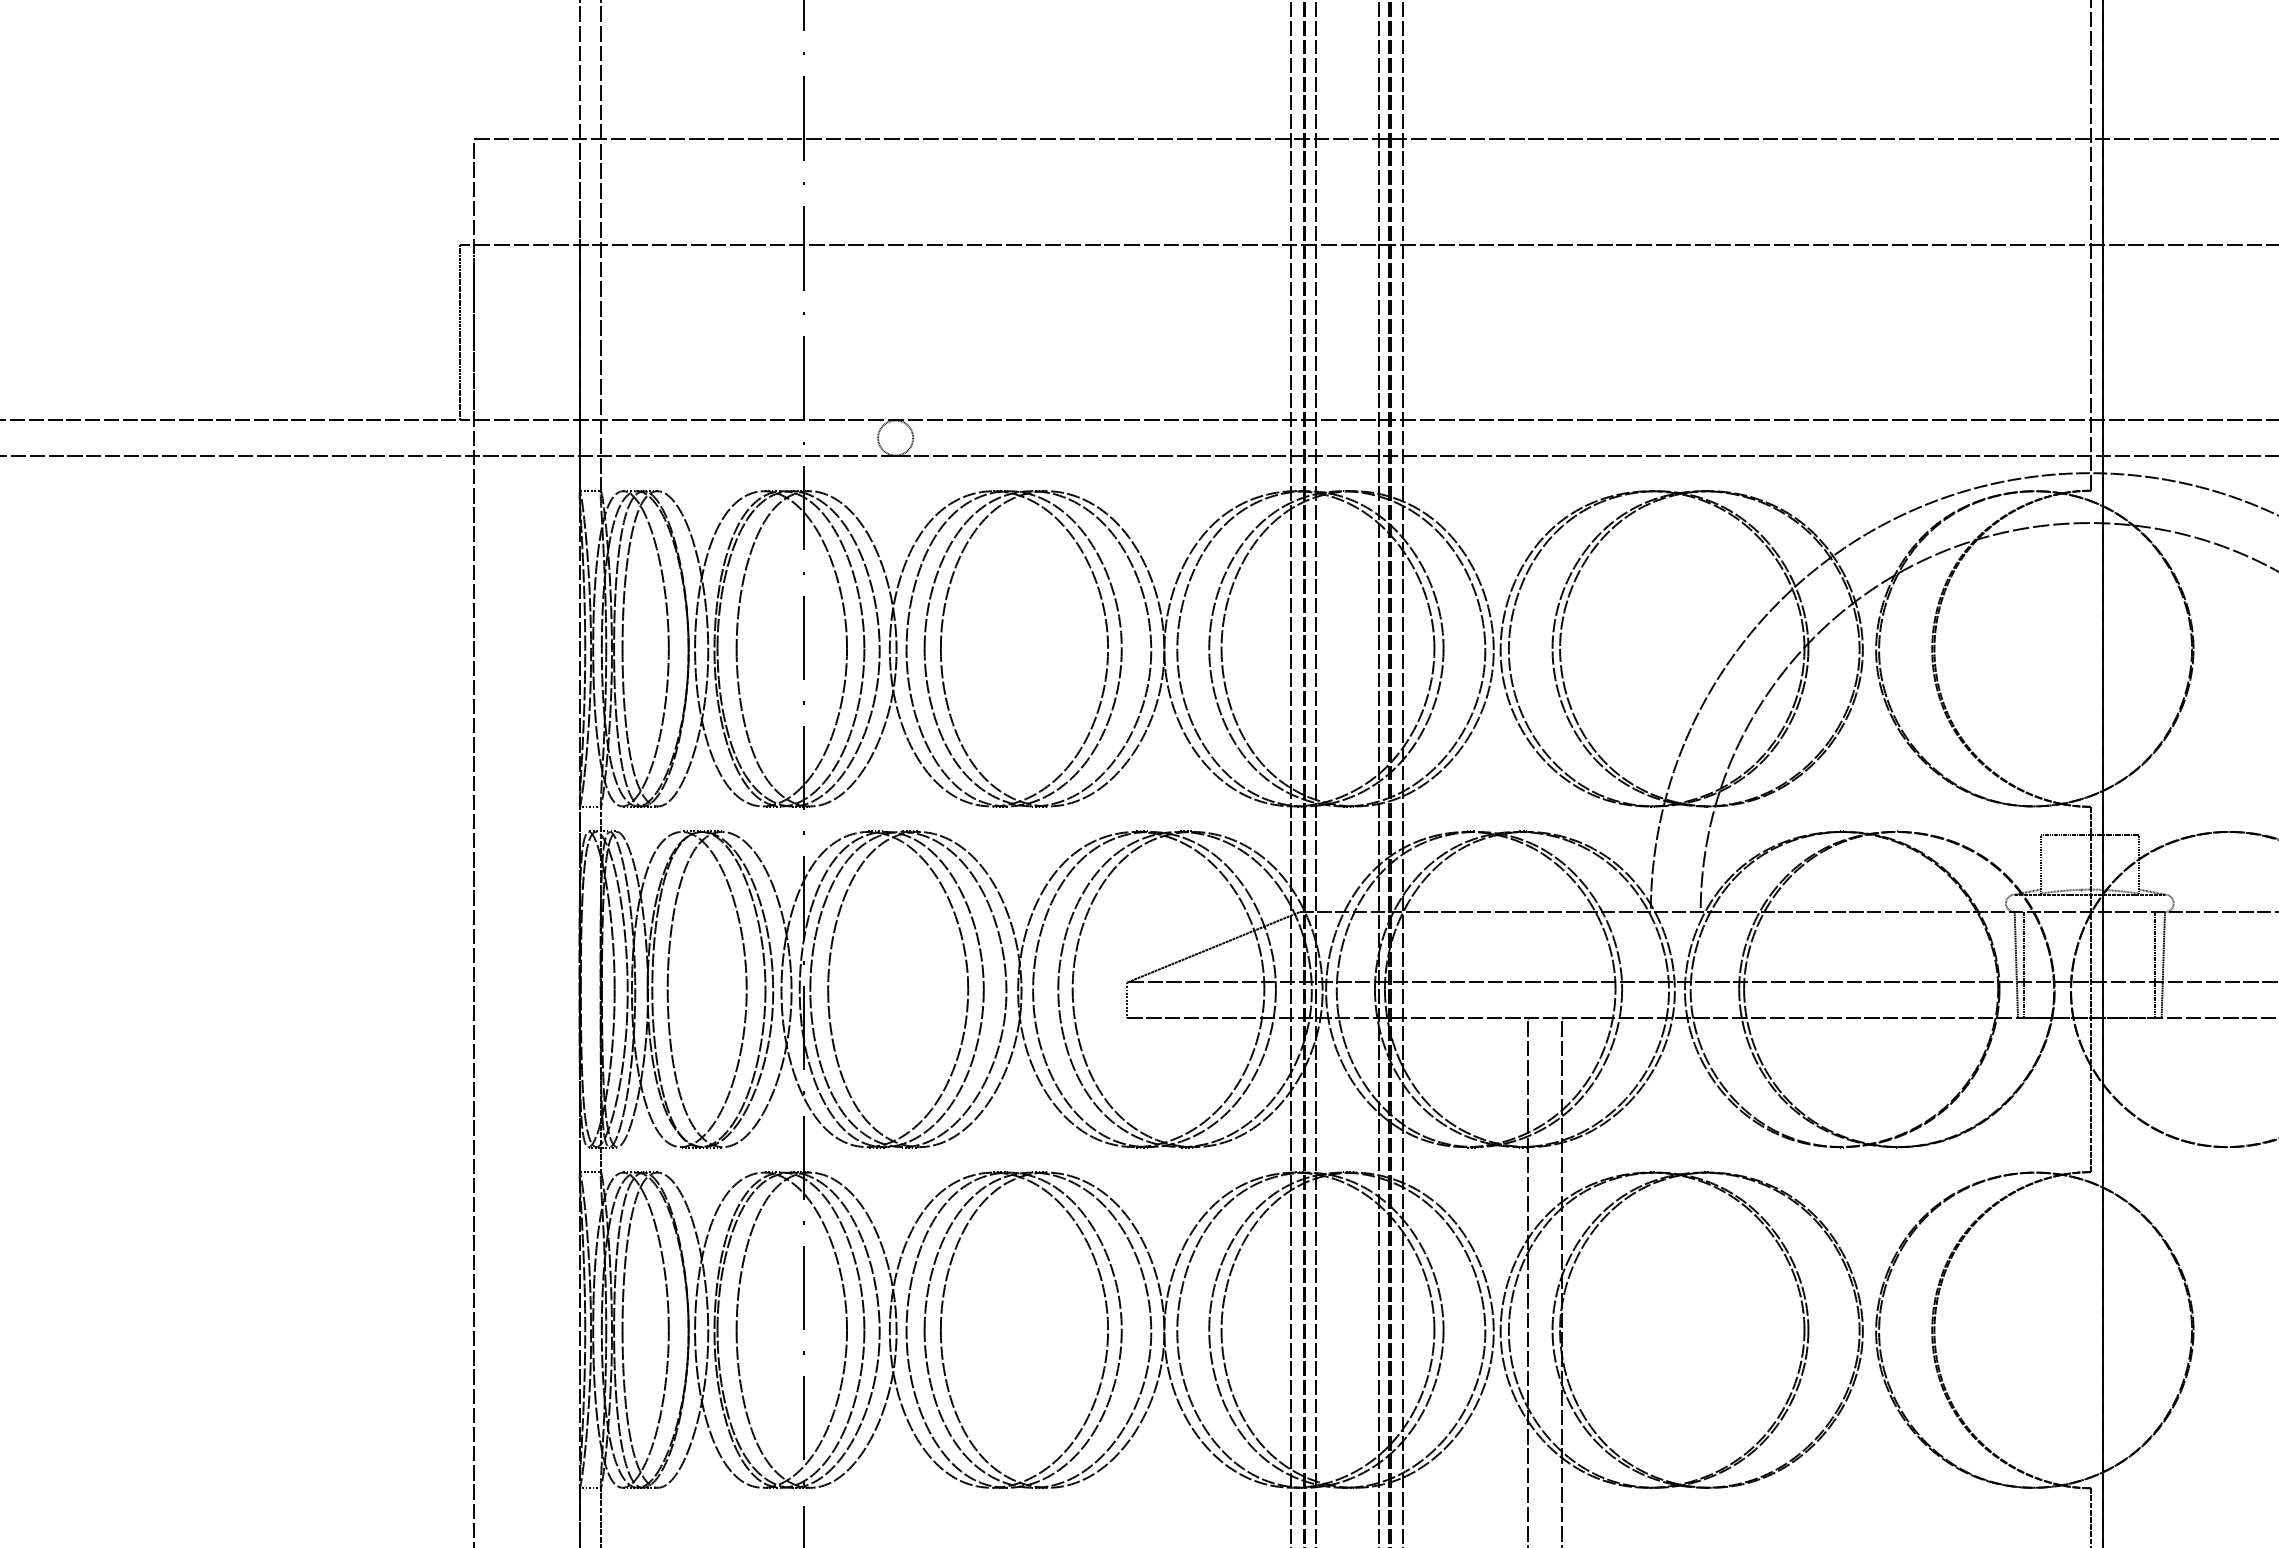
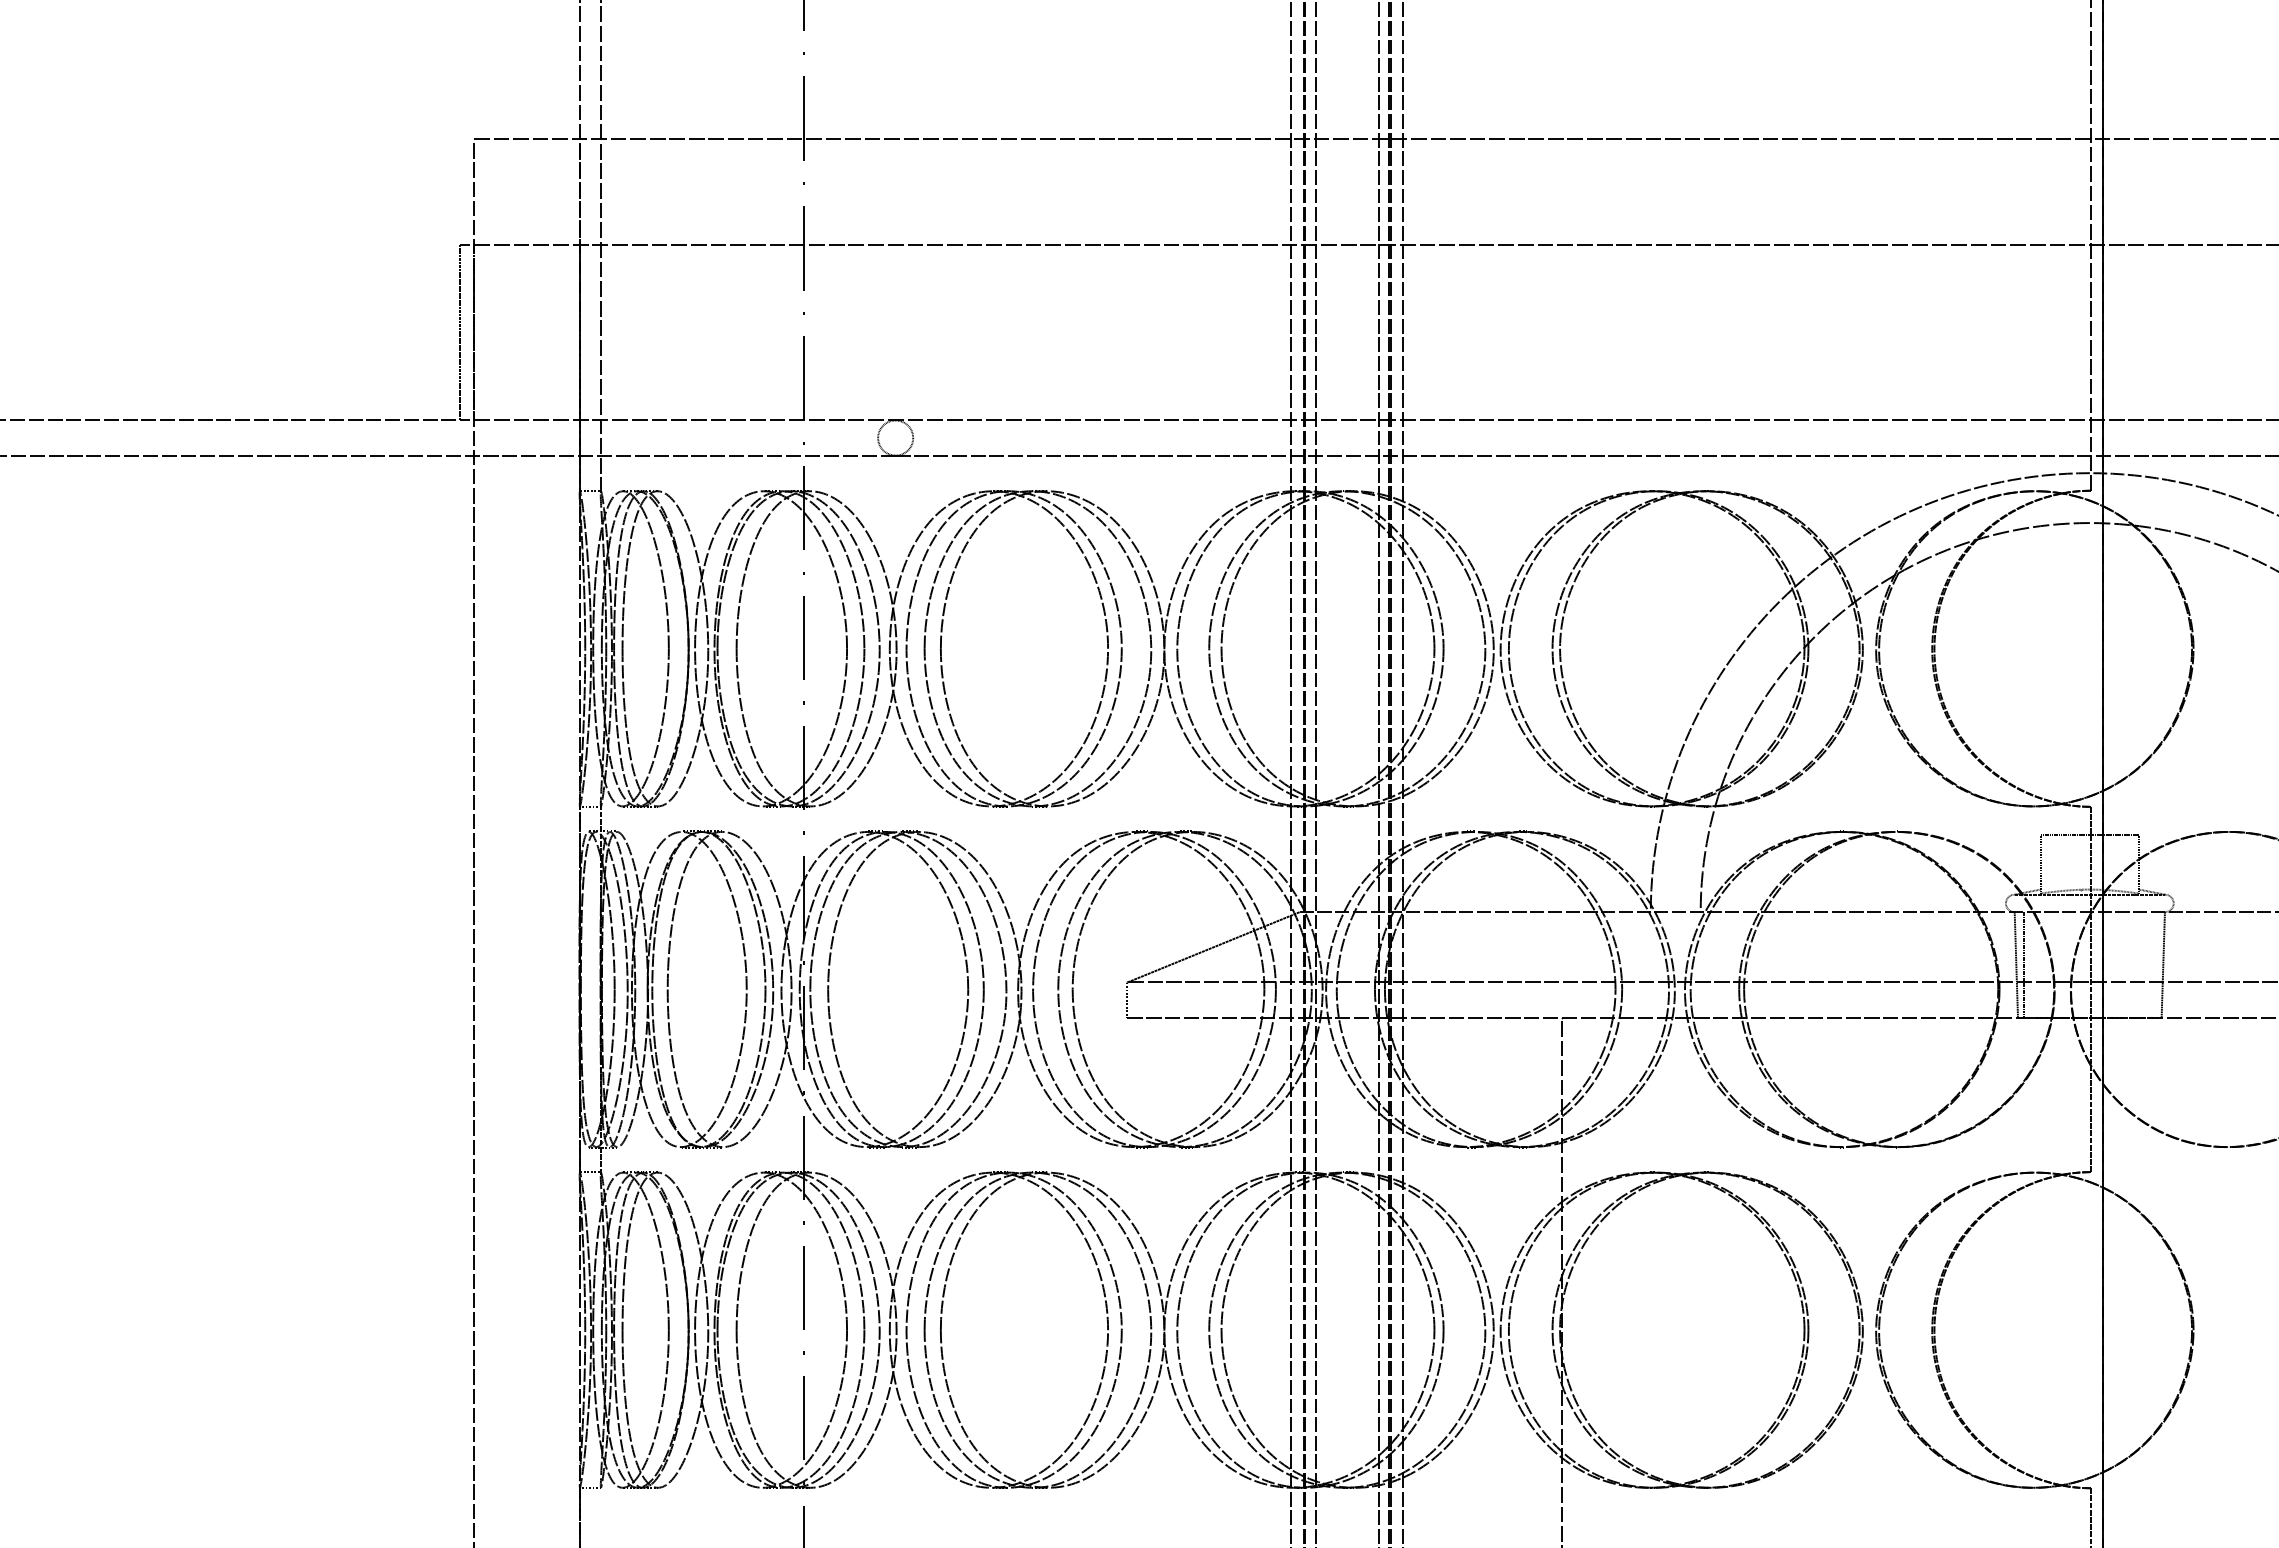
line at (2155, 964): present -> none
line at (1527, 1280): present -> none
line at (600, 1514): present -> none
